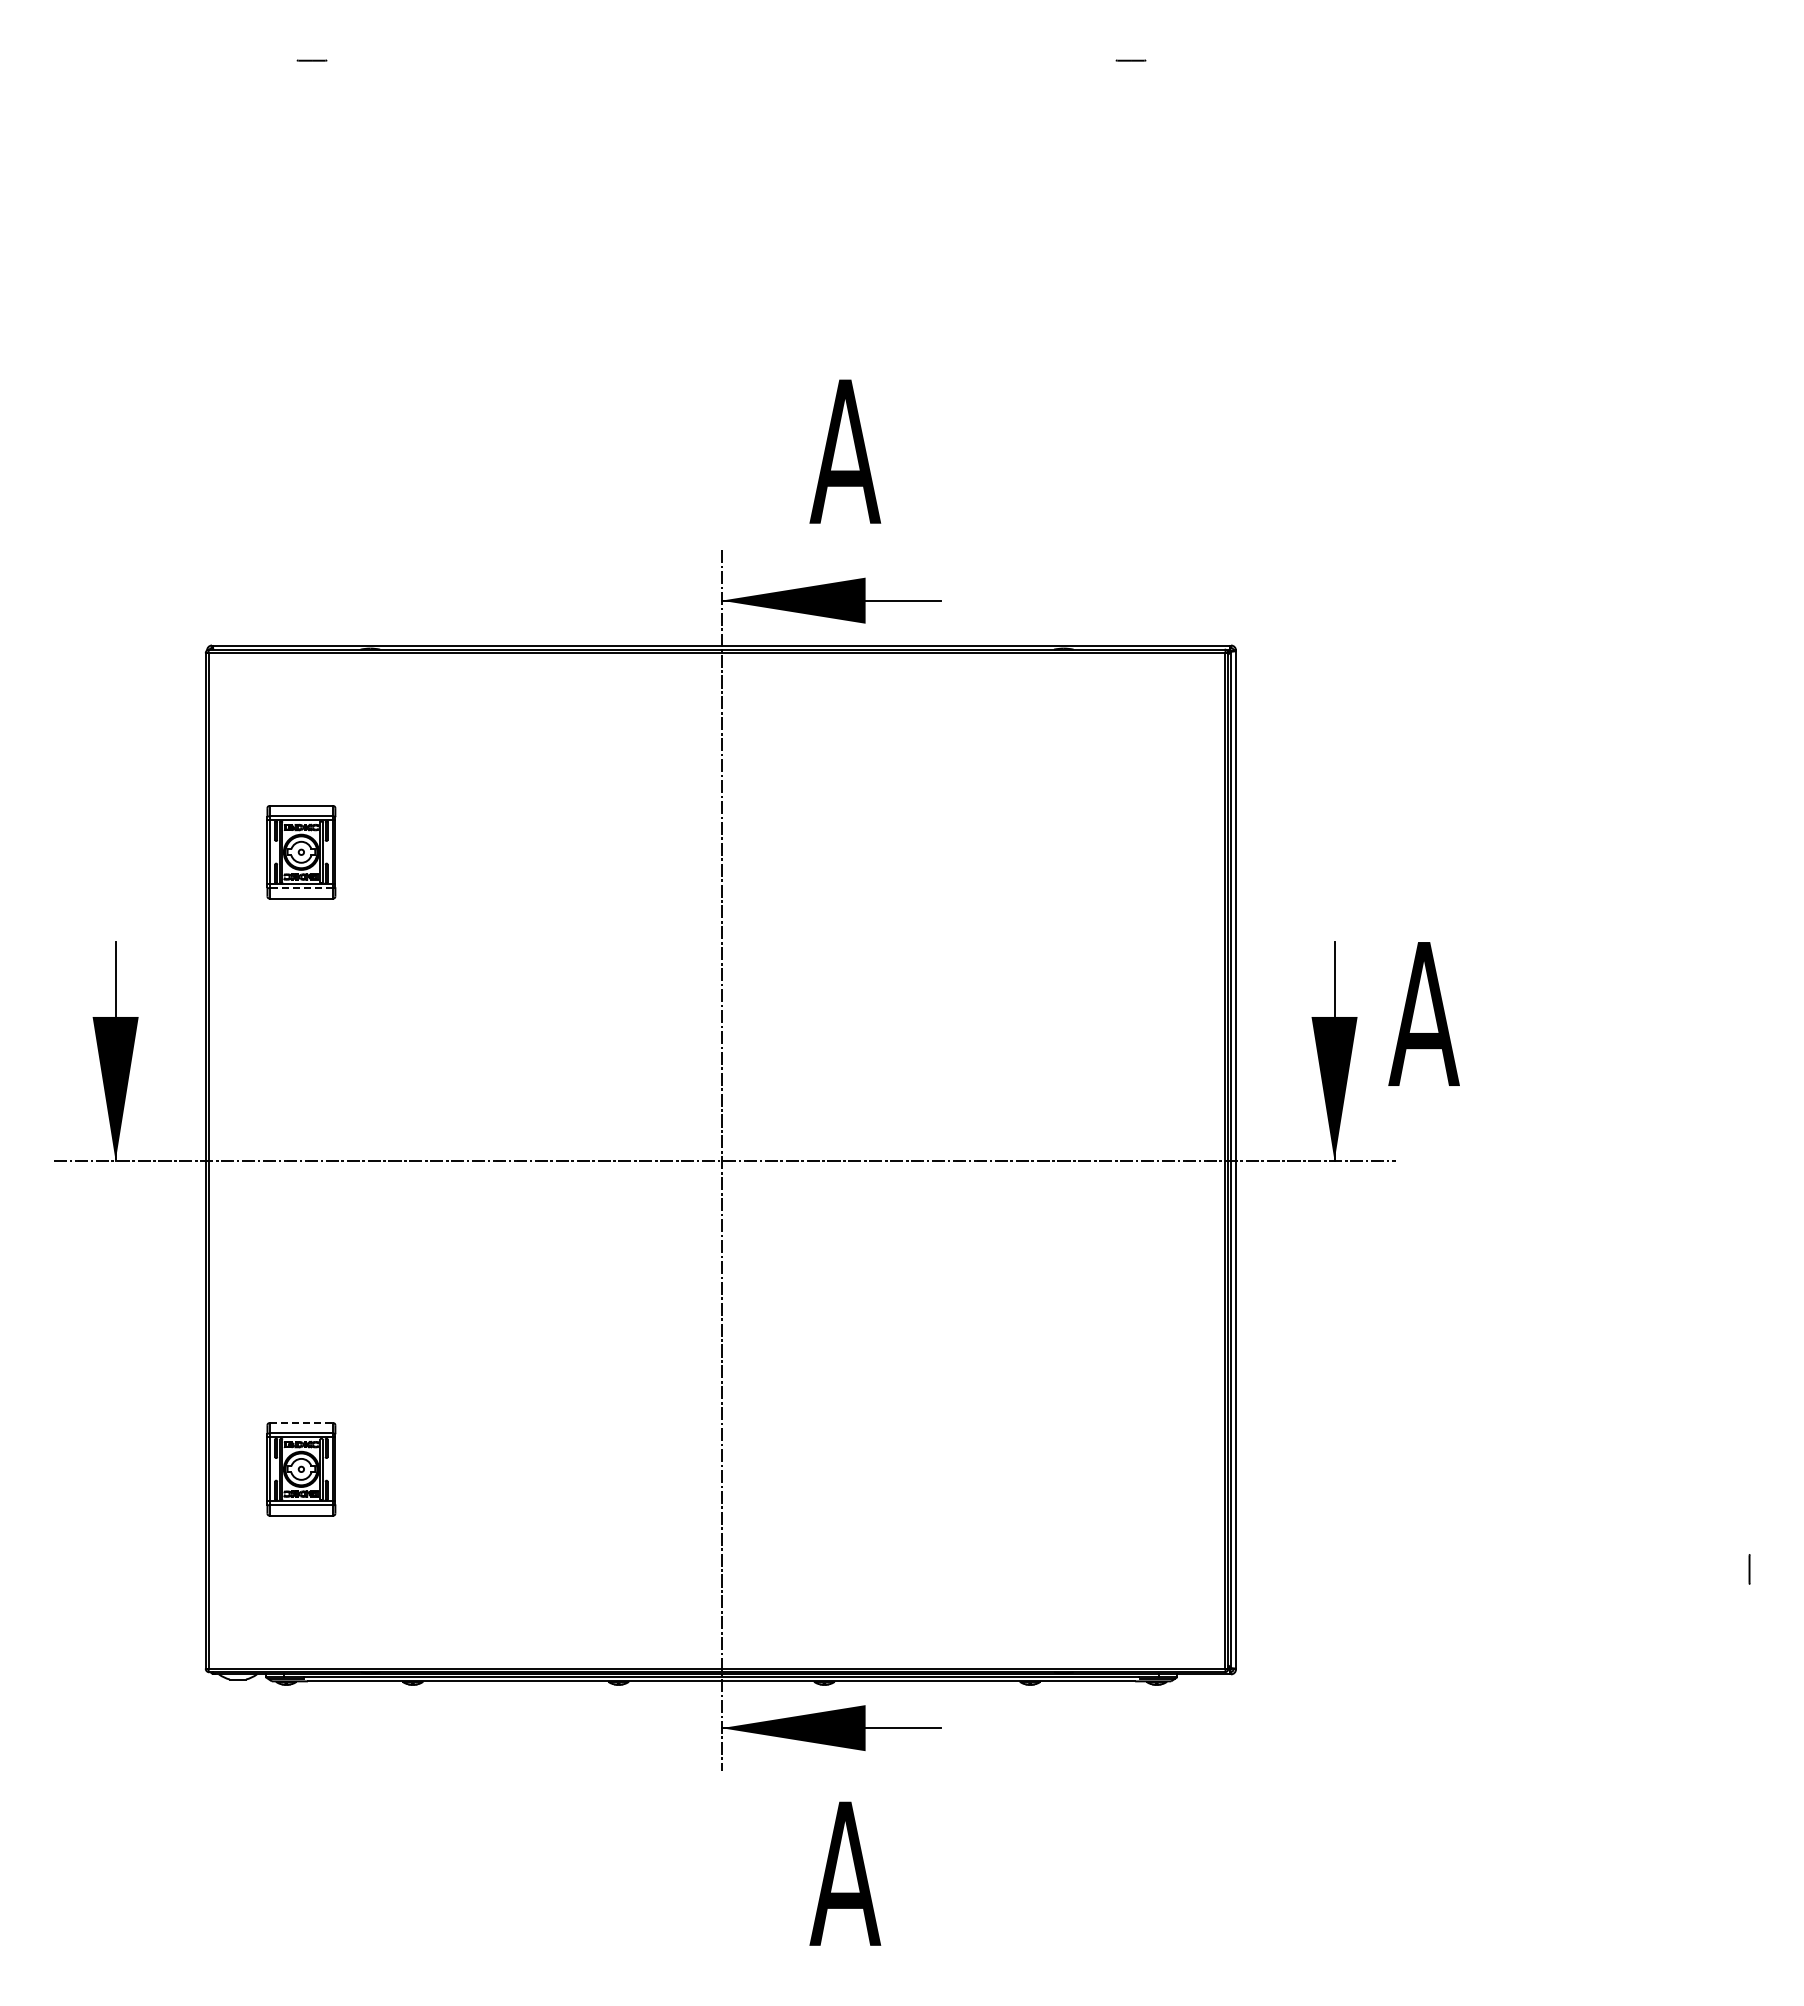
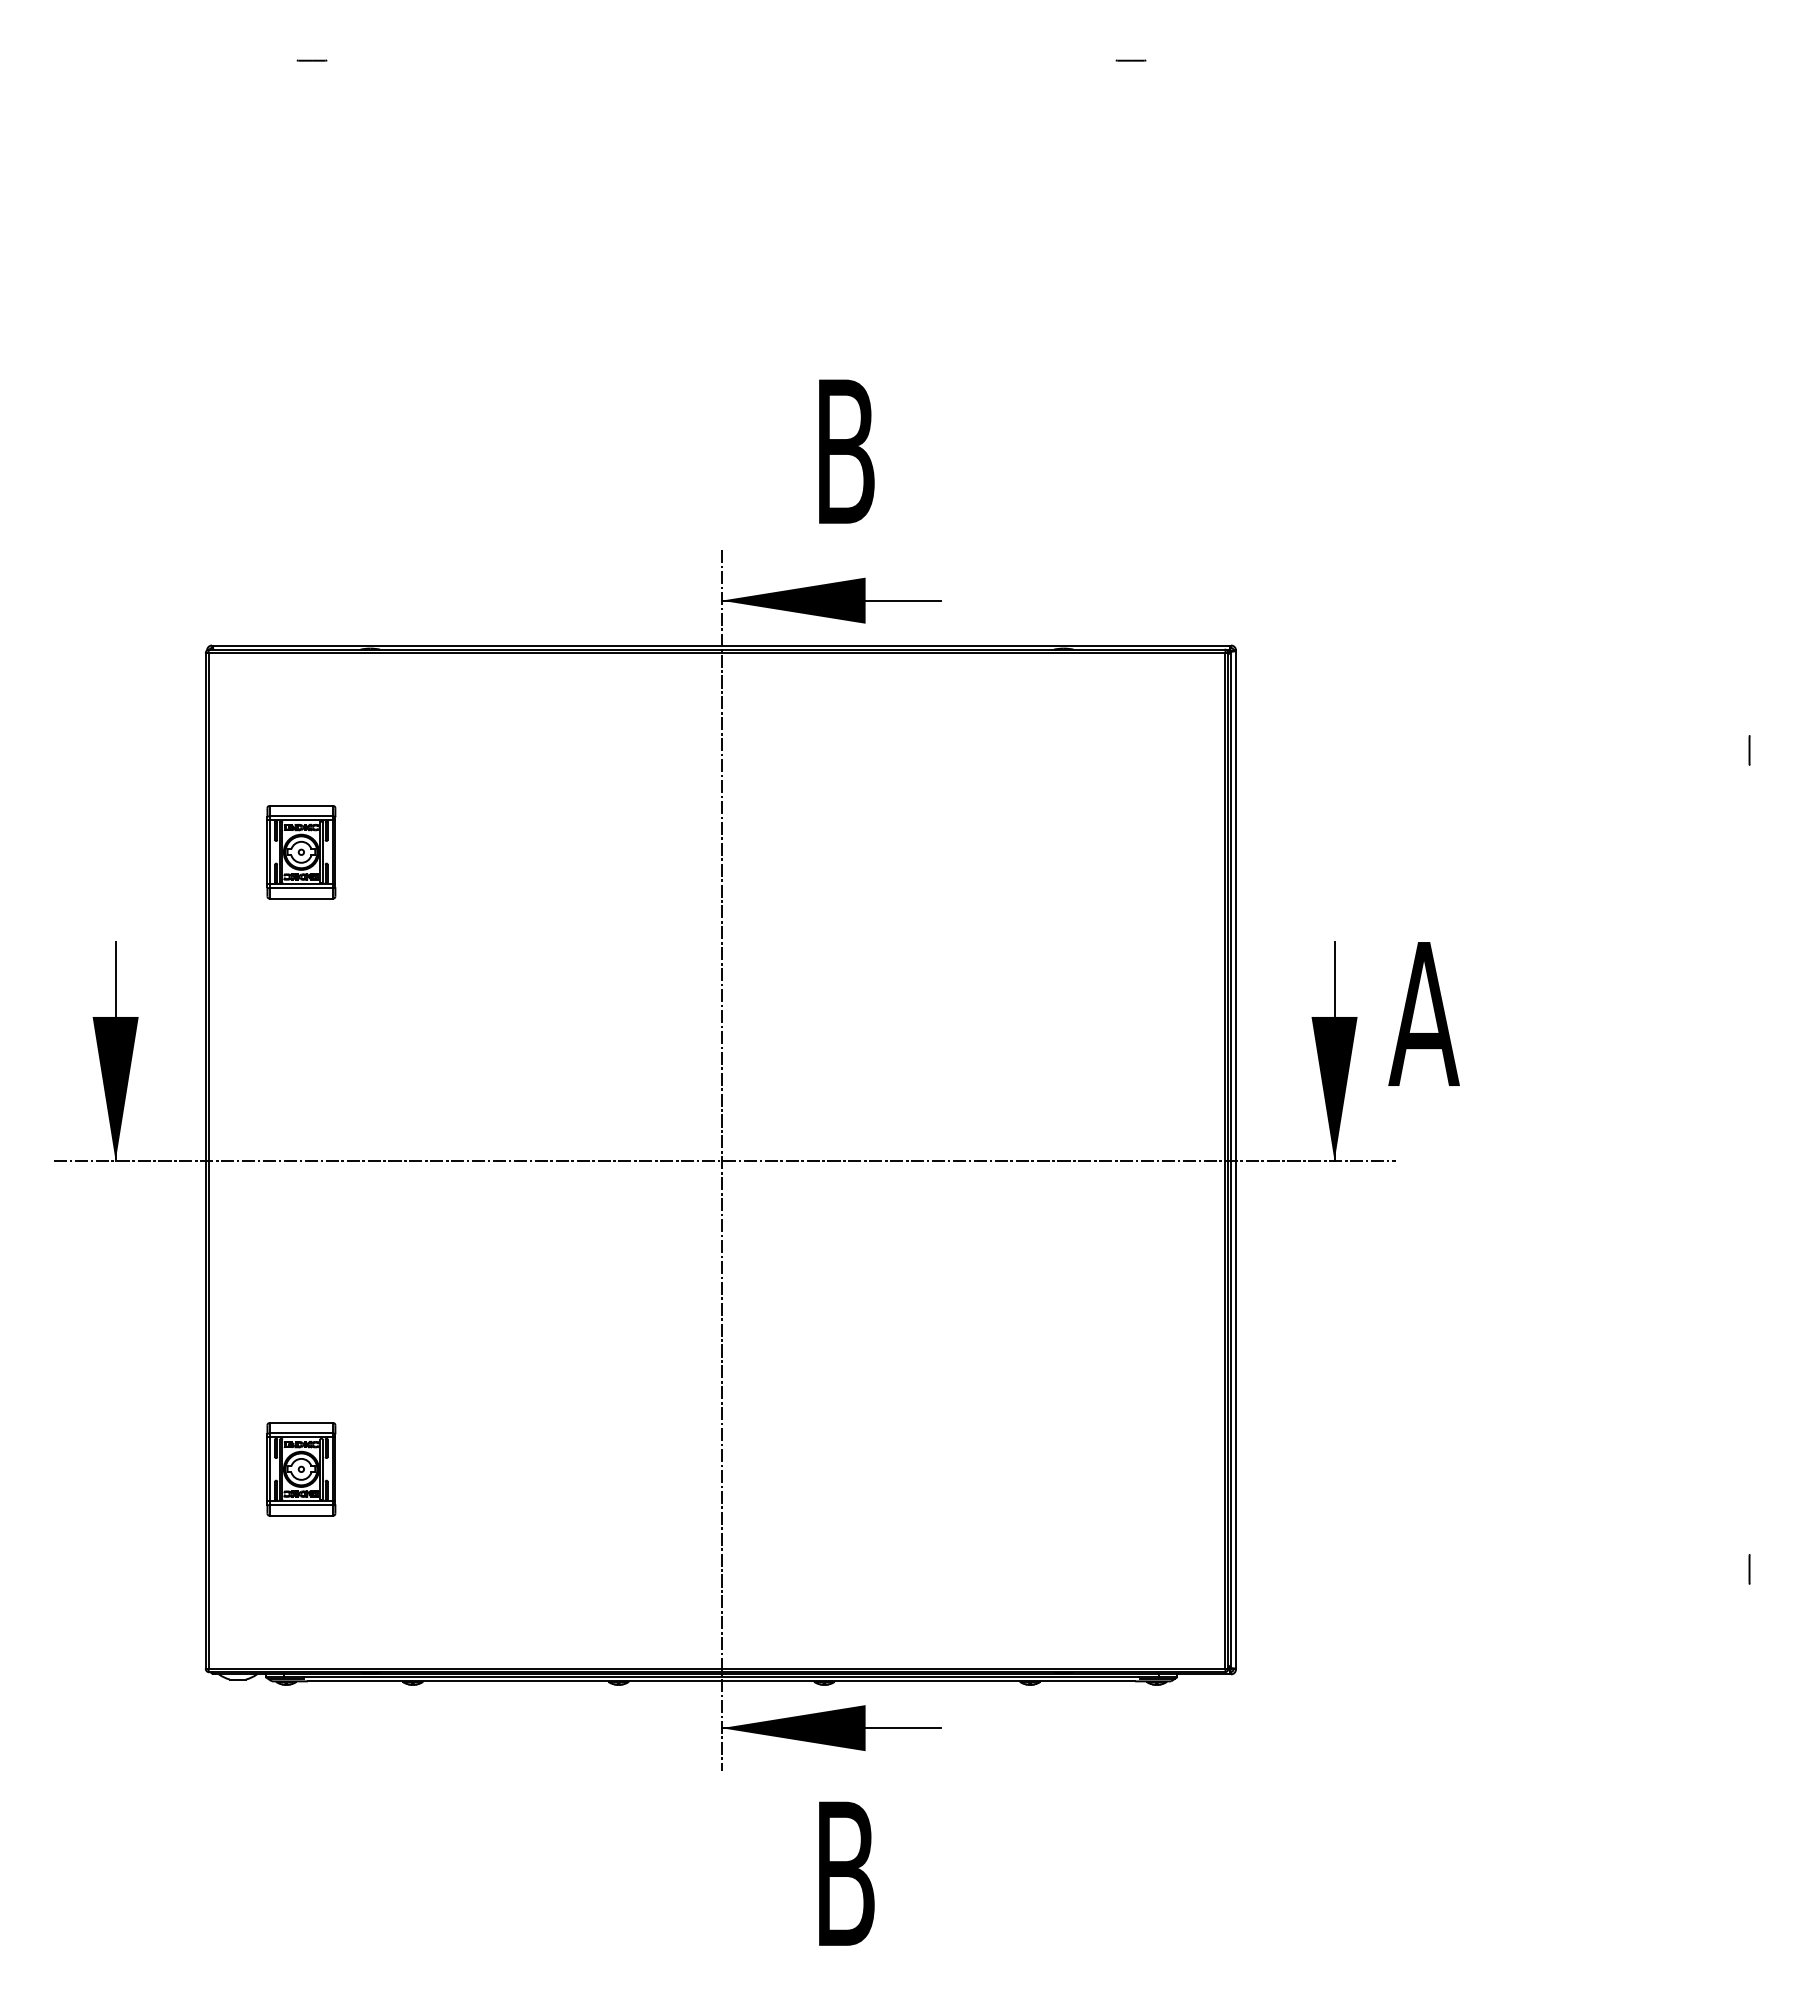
text at (845, 451): A -> B
line at (1749, 750): none -> present
line at (301, 888): dashed -> solid
line at (301, 1423): dashed -> solid
text at (845, 1873): A -> B
